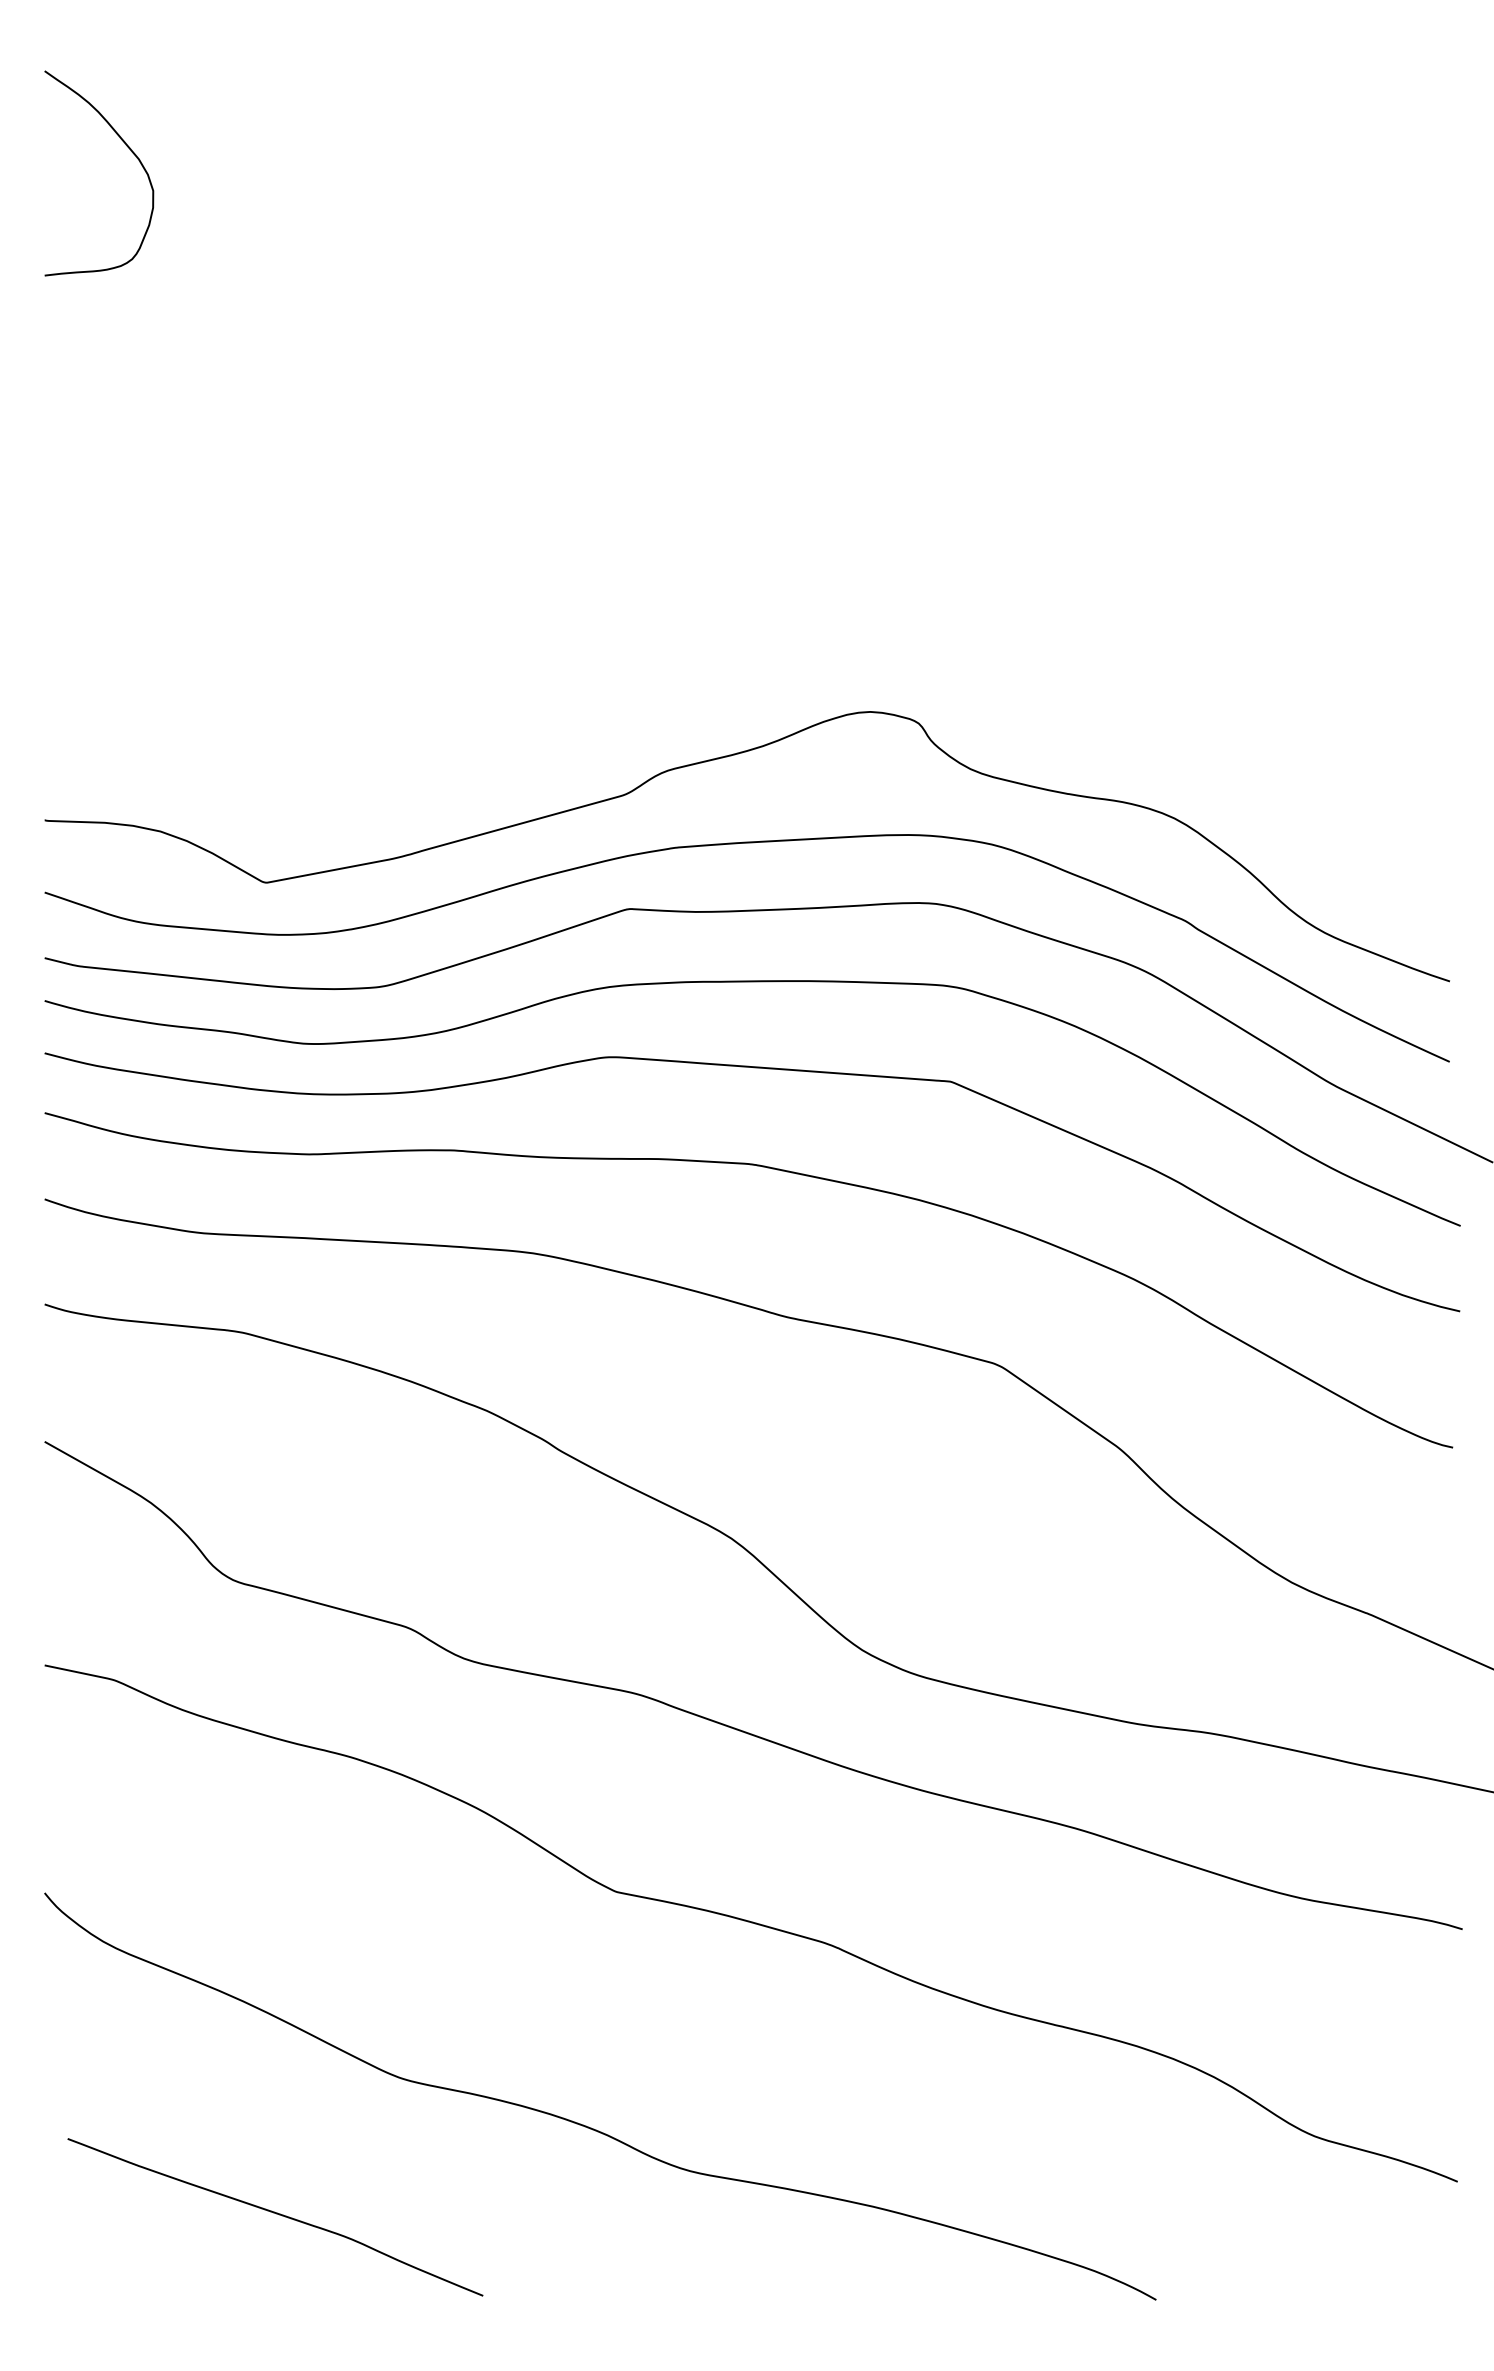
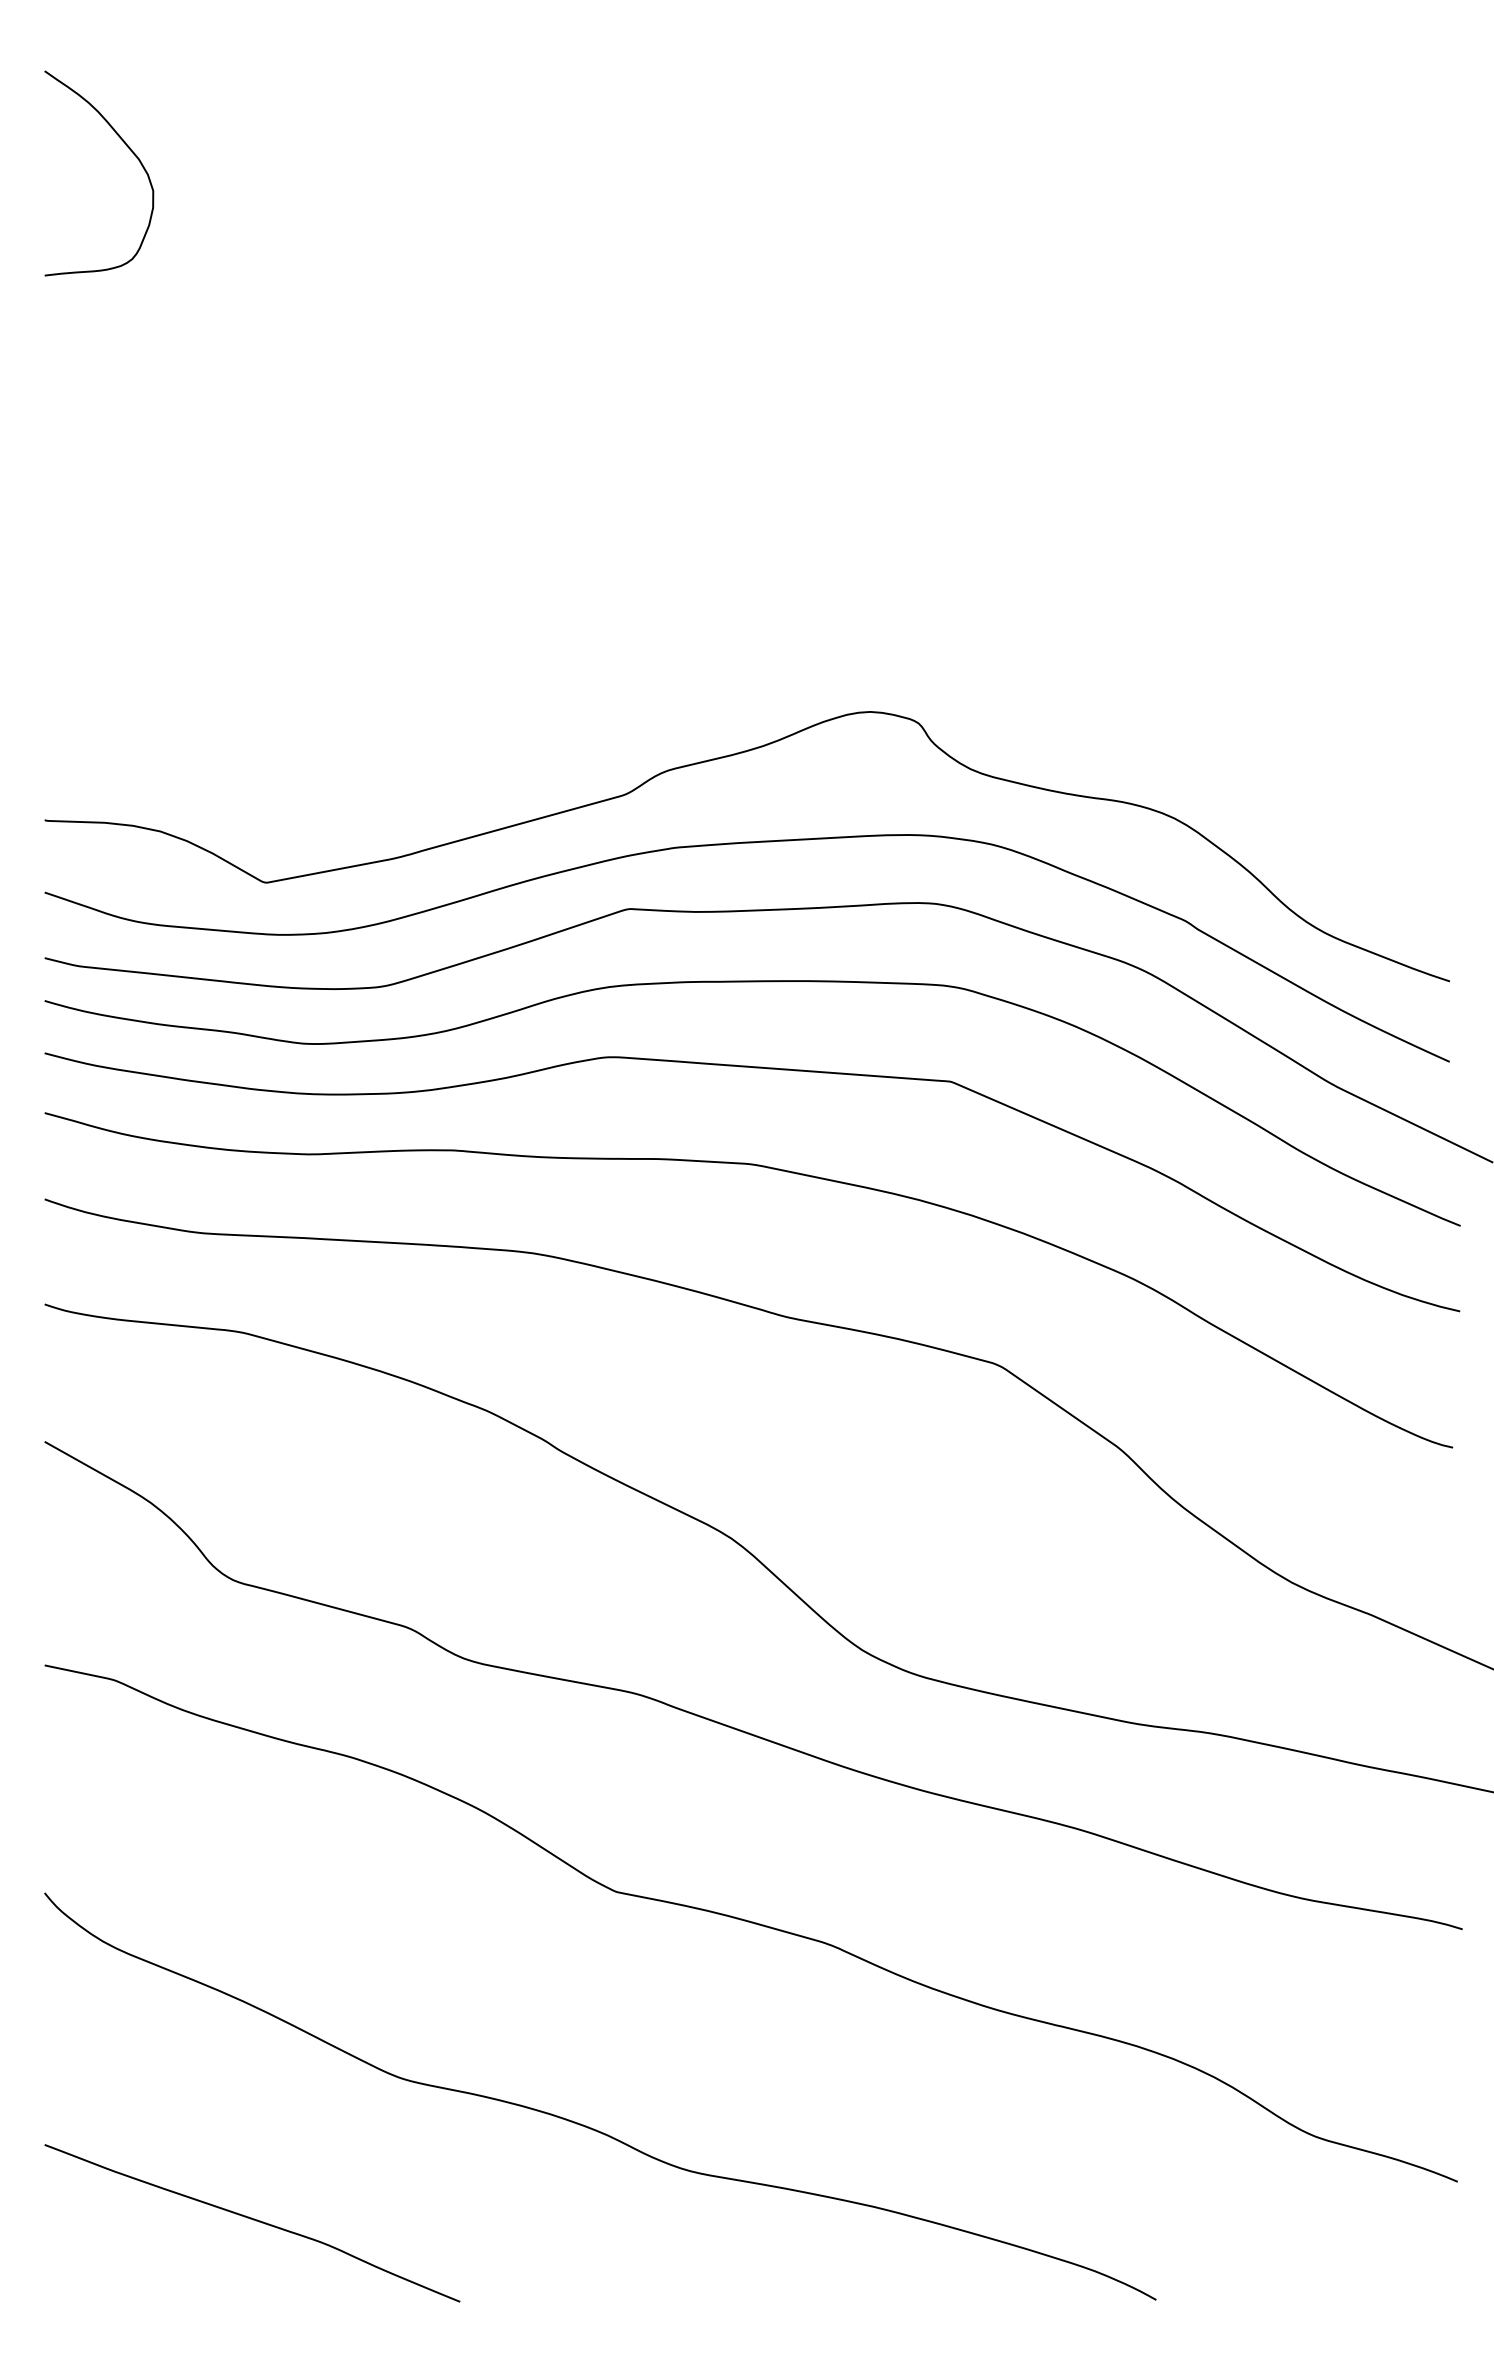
curve at (276, 2214) position: (276, 2214) -> (253, 2220)
